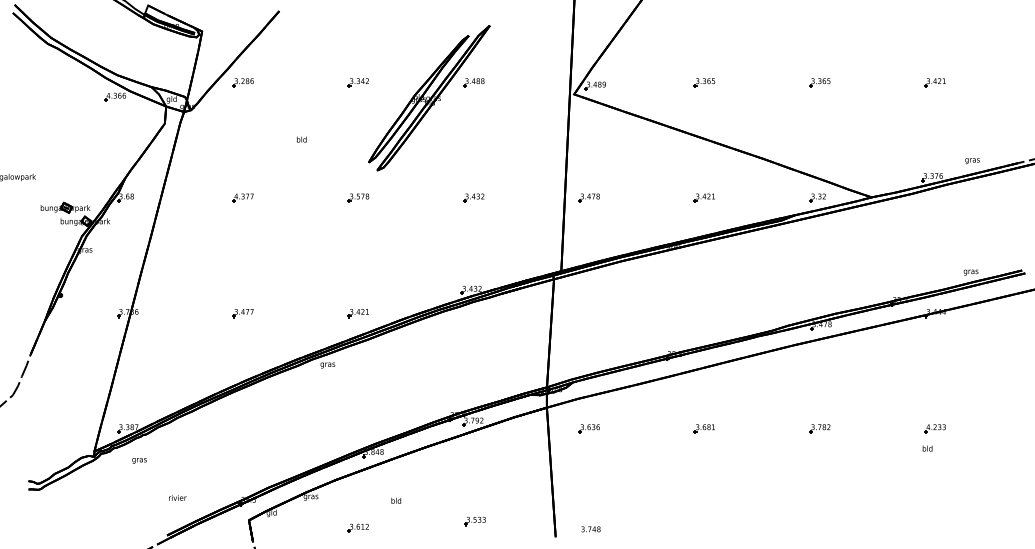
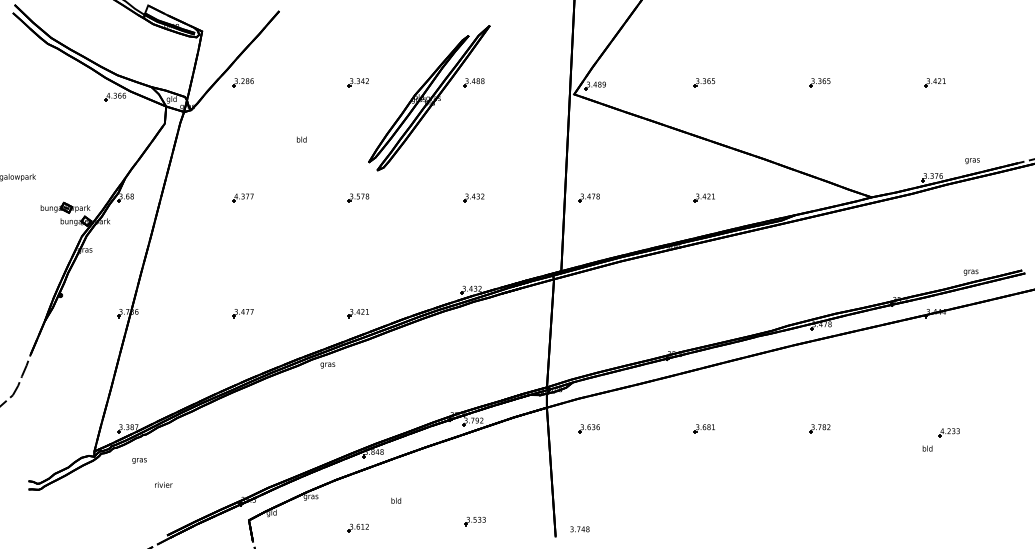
part at (817, 197): present -> none
part at (934, 428) position: (934, 428) -> (948, 432)
text at (177, 497) position: (177, 497) -> (163, 484)
text at (590, 529) position: (590, 529) -> (579, 529)
